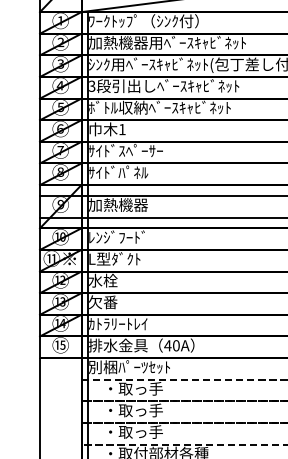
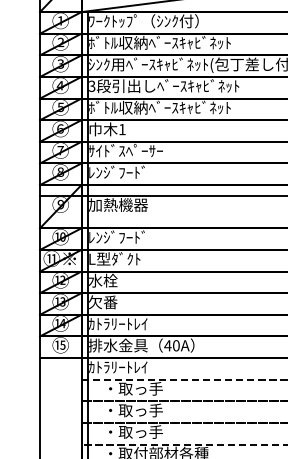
text at (167, 42): 加熱機器用ﾍﾞｰｽｷｬﾋﾞﾈｯﾄ -> ﾎﾞﾄﾙ収納ﾍﾞｰｽｷｬﾋﾞﾈｯﾄ
text at (118, 171): ｻｲﾄﾞﾊﾟﾈﾙ -> ﾚﾝｼﾞﾌｰﾄﾞ
line at (162, 217): present -> none
text at (129, 367): 別梱ﾊﾟｰﾂｾｯﾄ -> ｶﾄﾗﾘｰﾄﾚｲ
